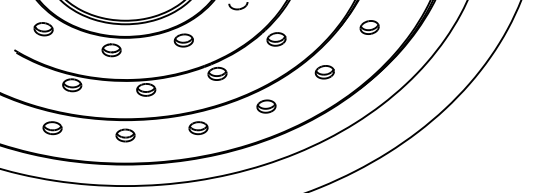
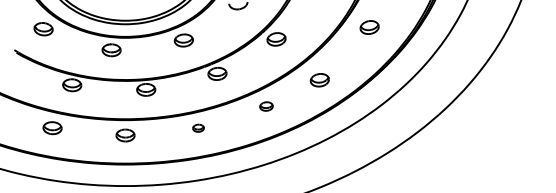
part at (324, 72) position: (324, 72) -> (319, 80)
part at (266, 106) size: 21x15 px -> 15x11 px
part at (198, 128) size: 21x15 px -> 13x10 px
